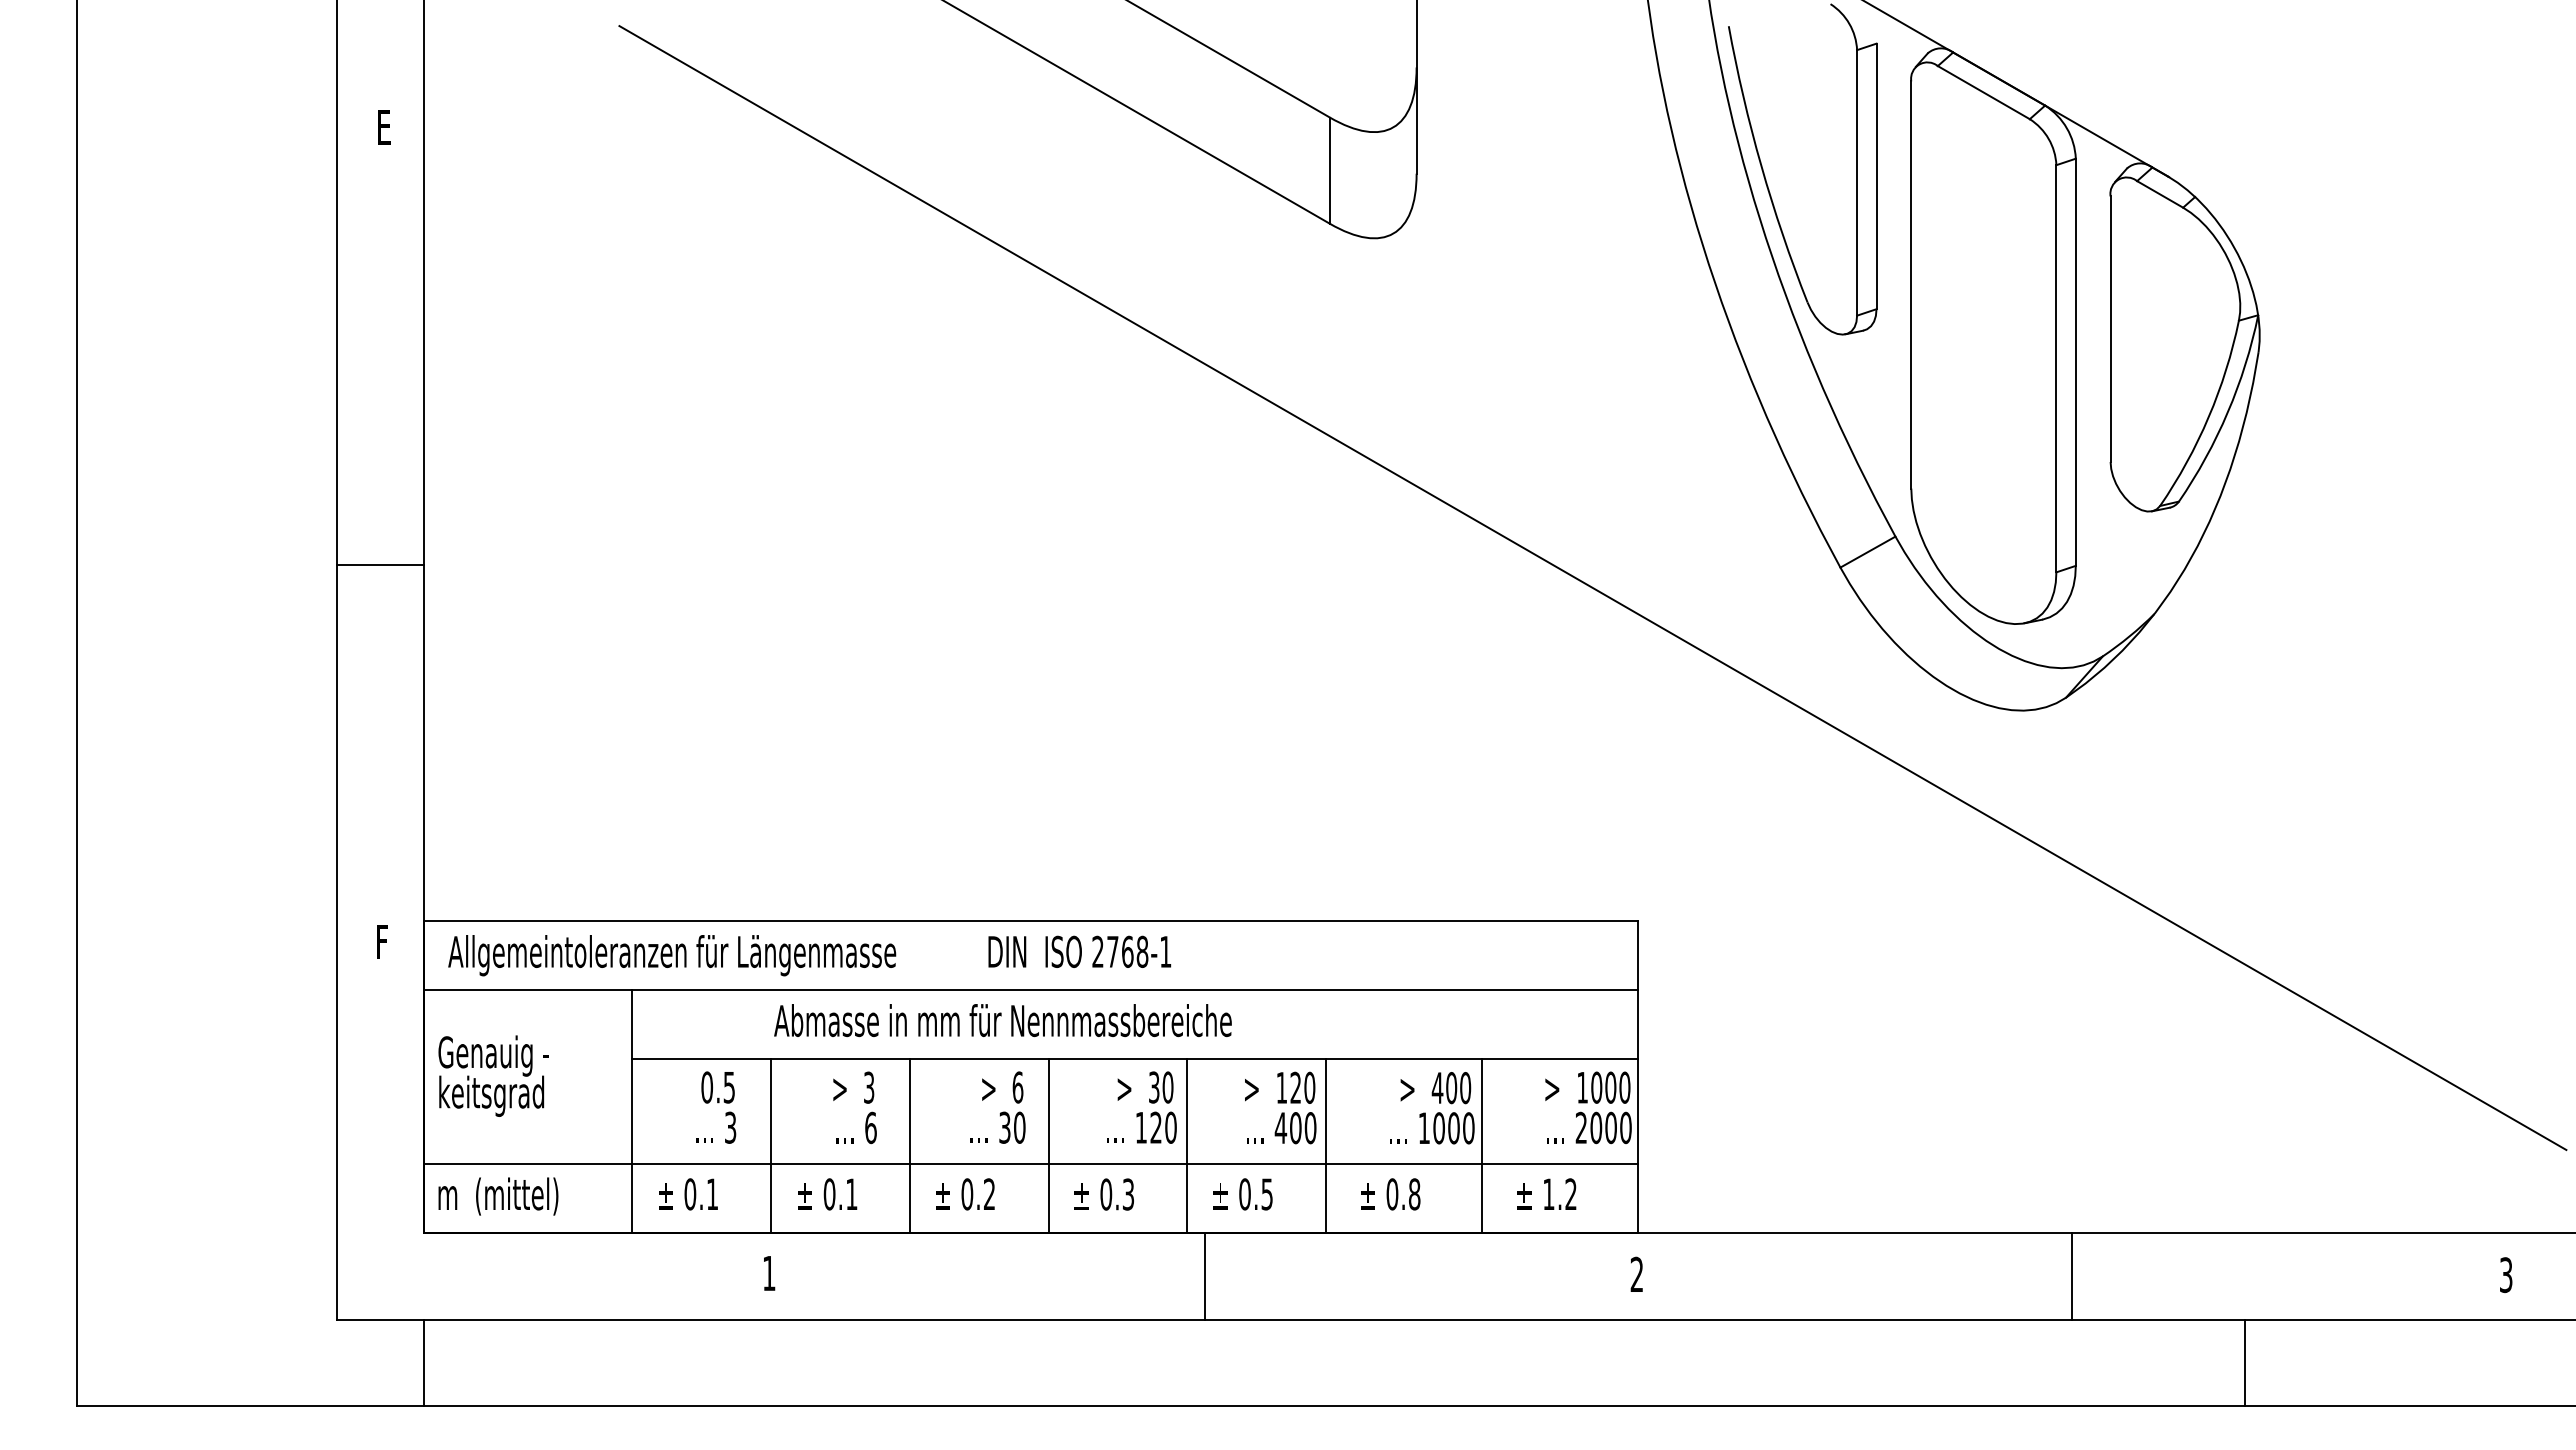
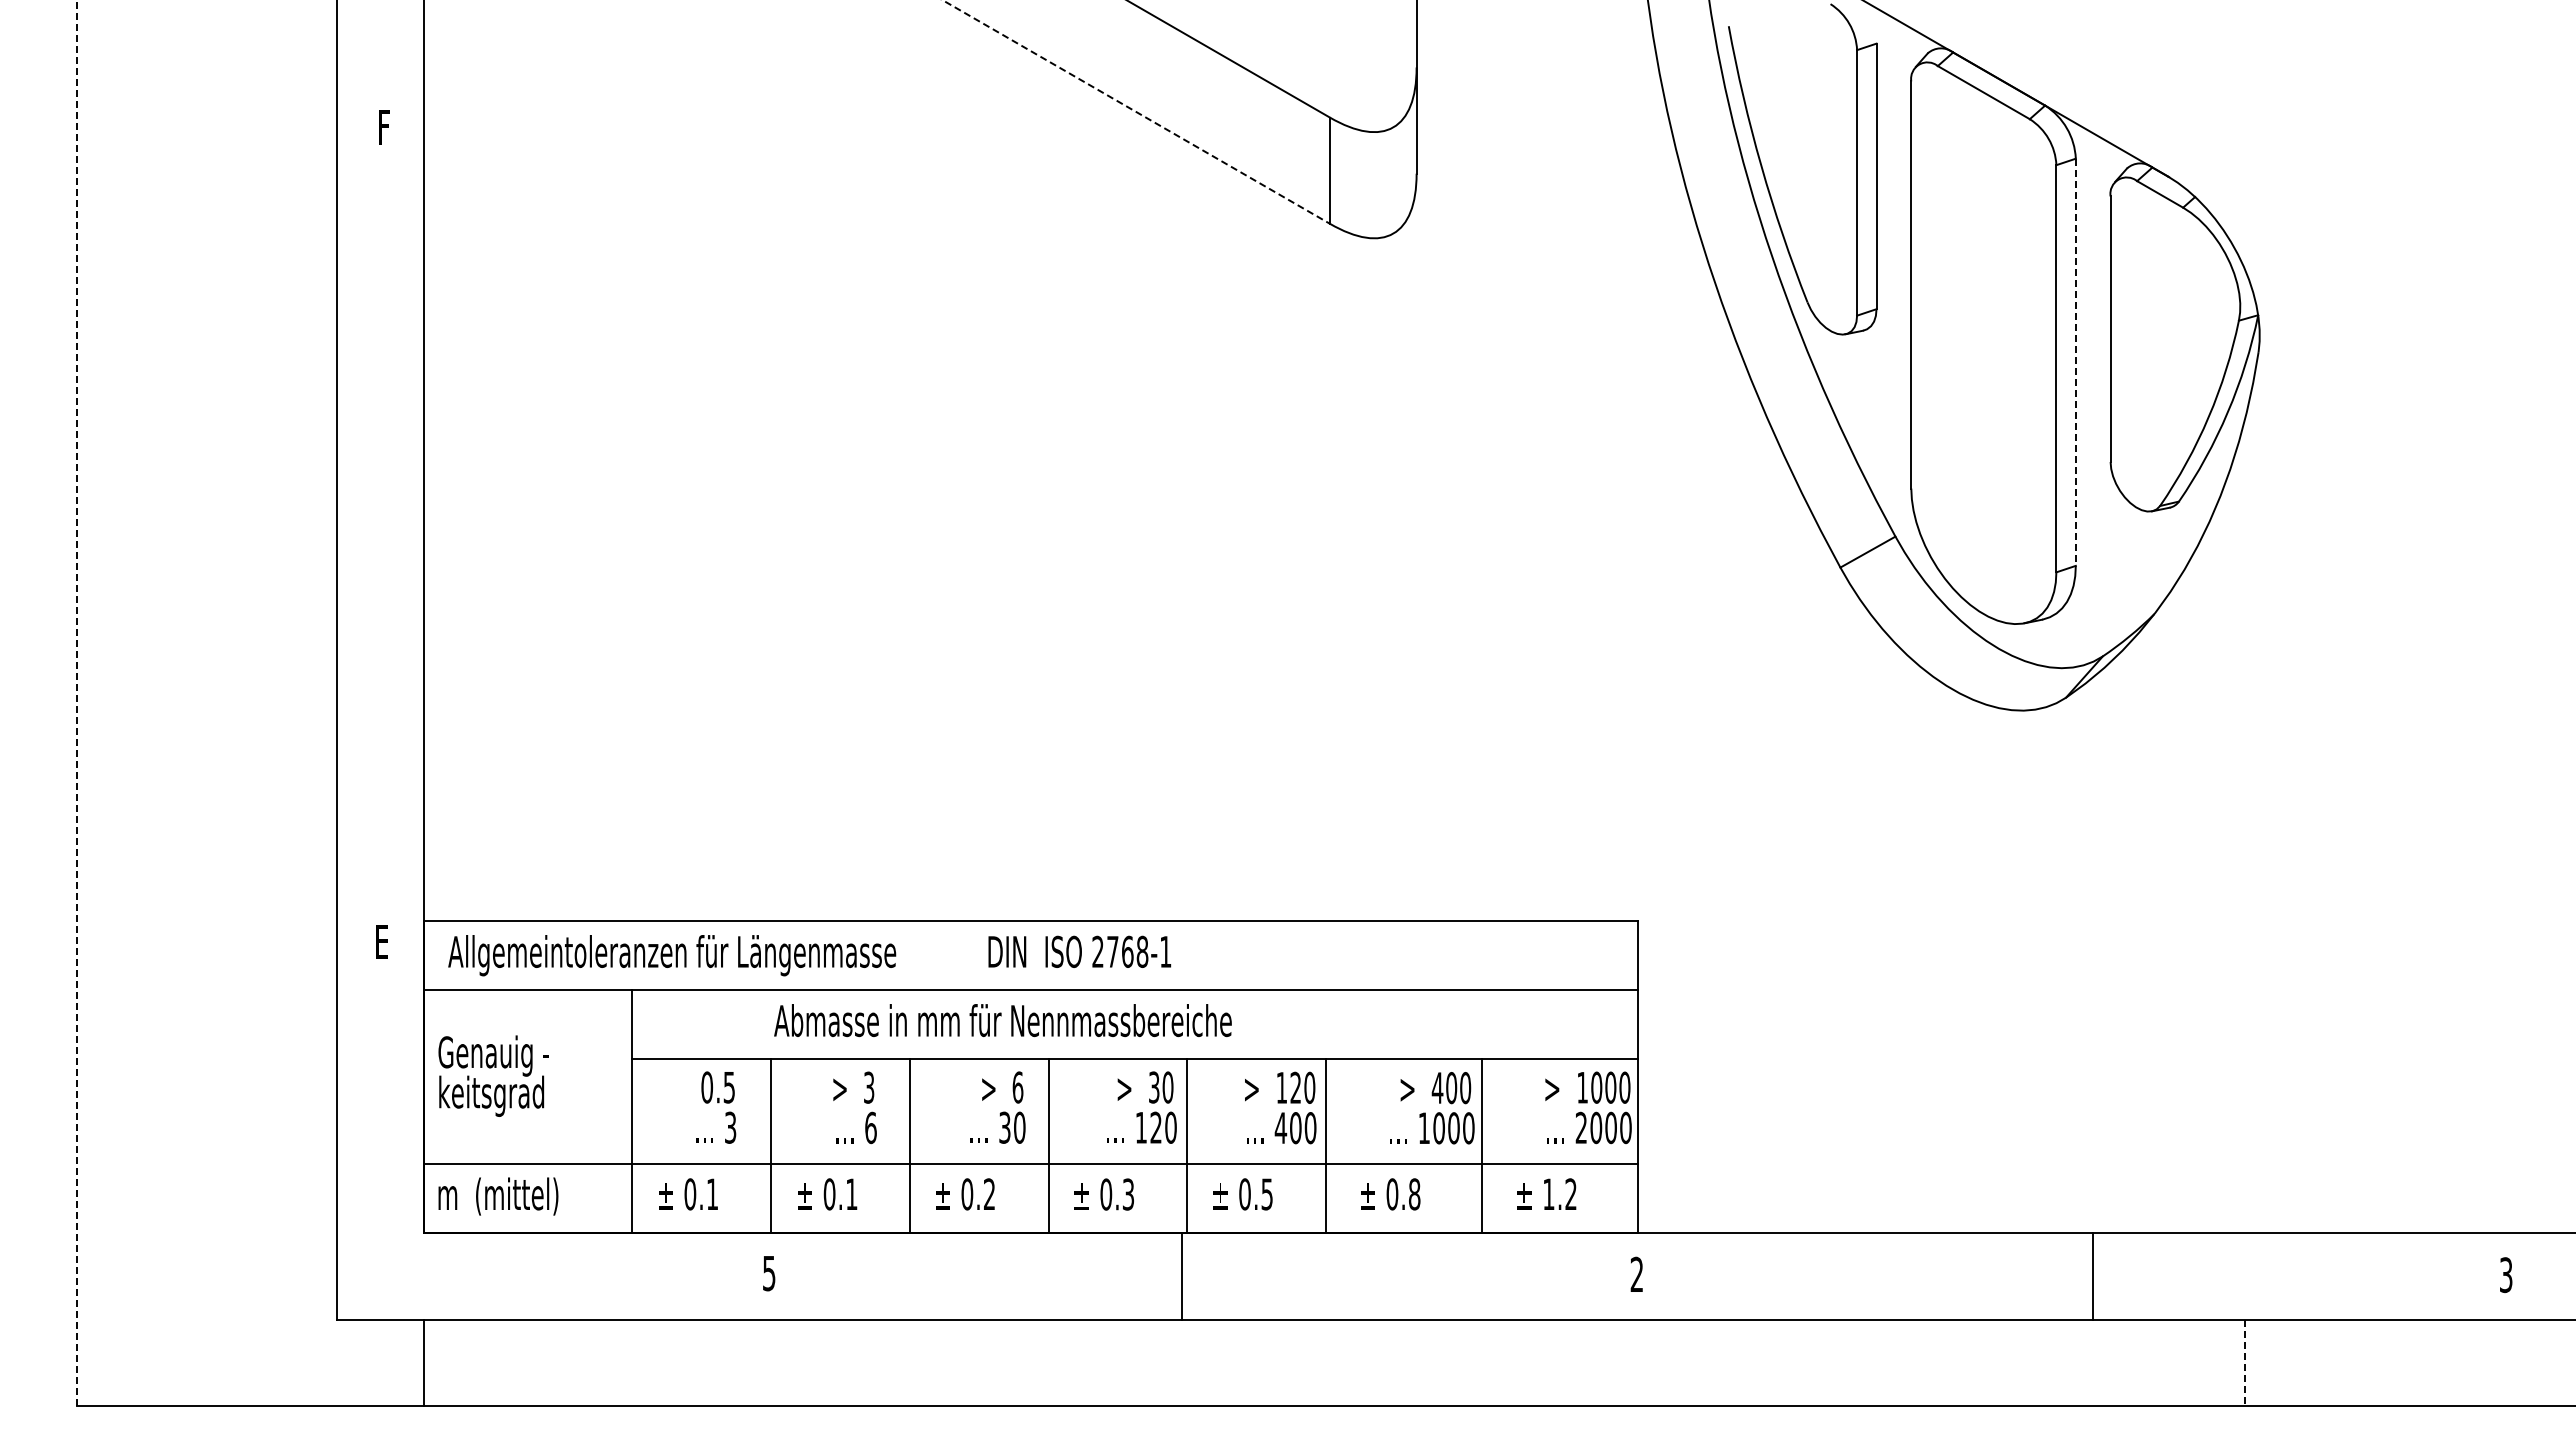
line at (1136, 111): solid -> dashed
text at (384, 127): E -> F
line at (2075, 362): solid -> dashed
line at (380, 565): present -> none
line at (1592, 588): present -> none
line at (77, 703): solid -> dashed
text at (381, 941): F -> E
text at (769, 1273): 1 -> 5
line at (1204, 1275) position: (1204, 1275) -> (1181, 1275)
line at (2071, 1275) position: (2071, 1275) -> (2092, 1275)
line at (2245, 1363): solid -> dashed
